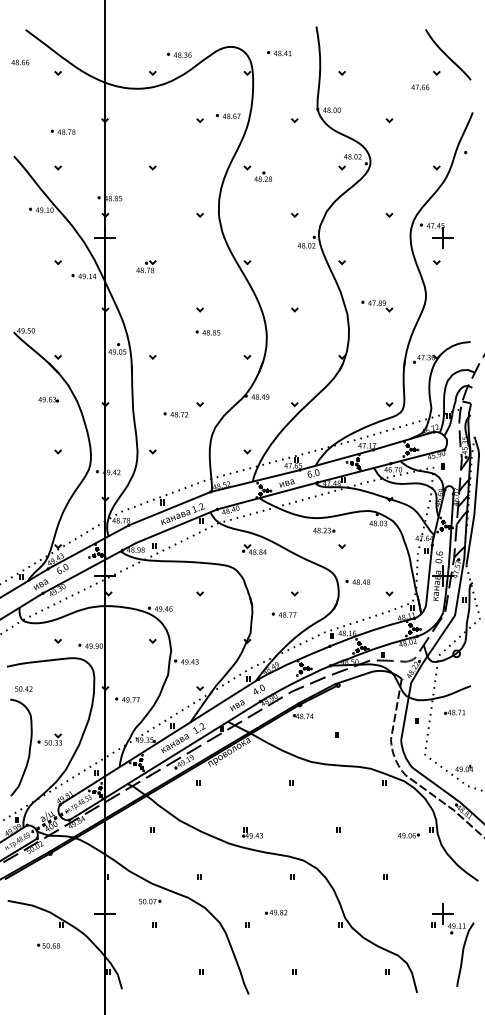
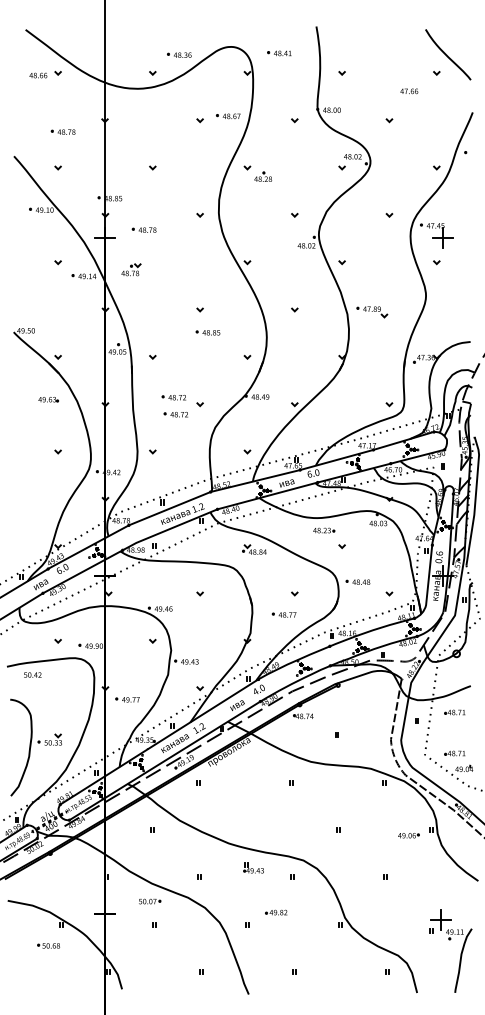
text at (20, 62) position: (20, 62) -> (38, 75)
text at (420, 87) position: (420, 87) -> (409, 91)
part at (143, 229): none -> present
part at (146, 266) position: (146, 266) -> (131, 269)
part at (377, 306) position: (377, 306) -> (372, 312)
part at (173, 397): none -> present
text at (23, 688) position: (23, 688) -> (32, 674)
part at (454, 753): none -> present
part at (252, 832) position: (252, 832) -> (253, 867)
part at (452, 934) position: (452, 934) -> (450, 940)
